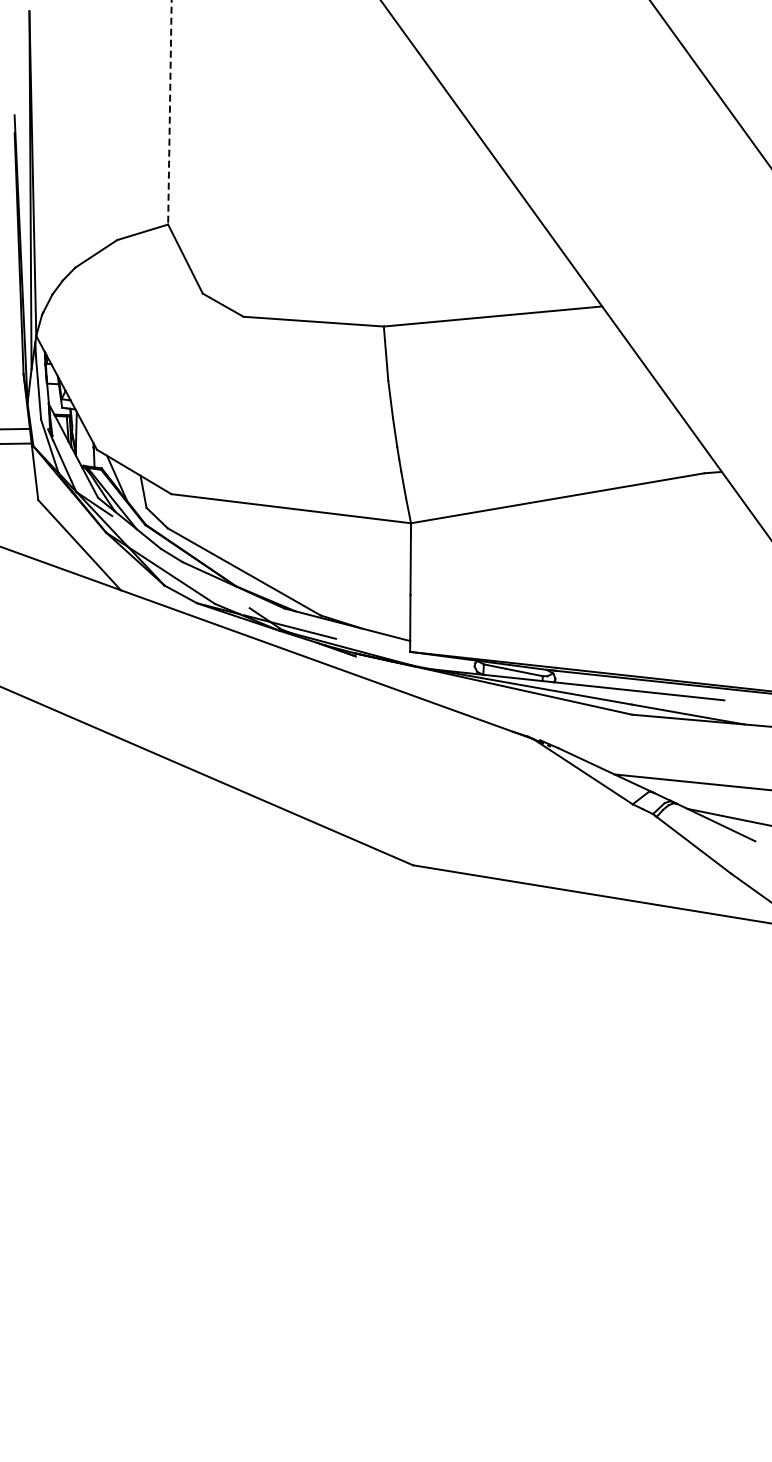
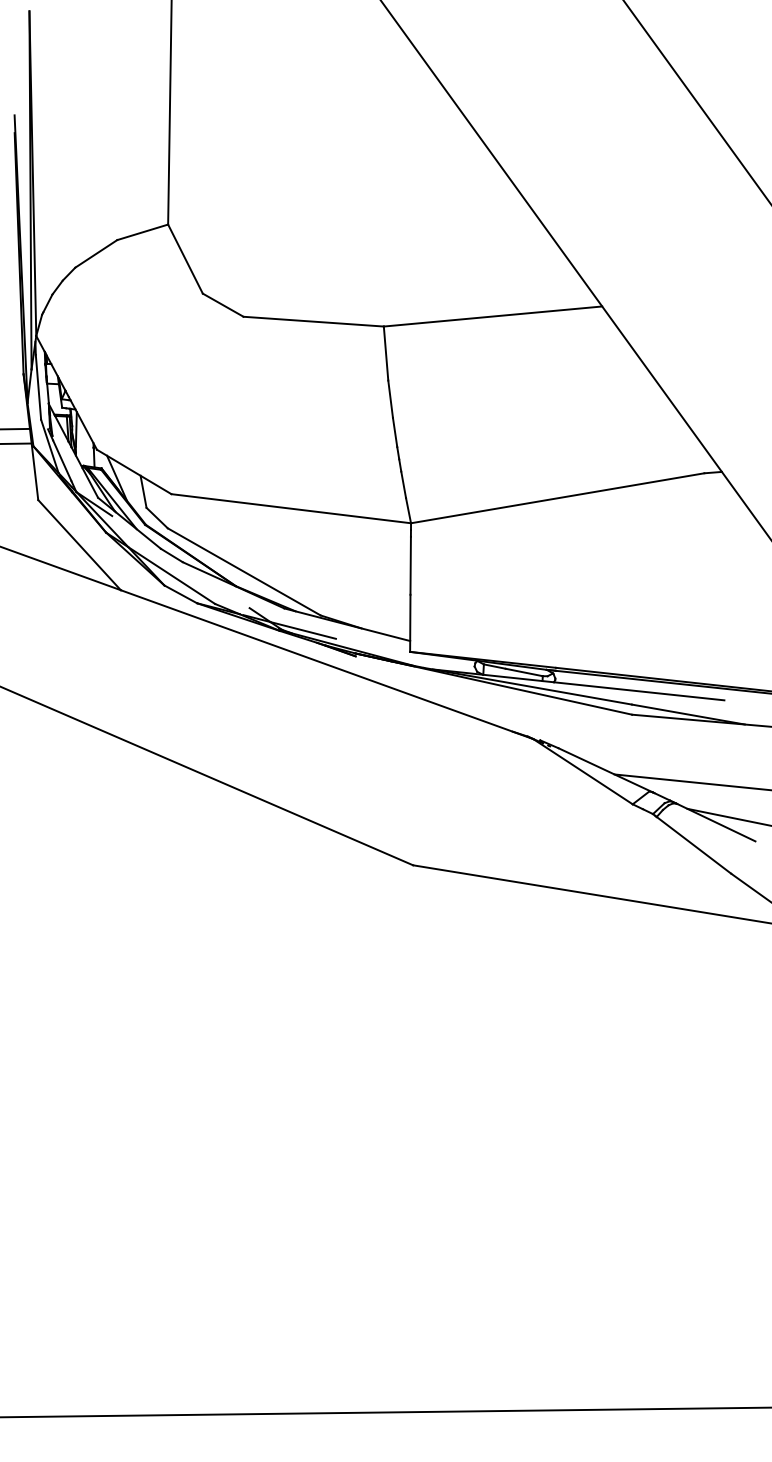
line at (709, 83) position: (709, 83) -> (696, 101)
line at (169, 112): dashed -> solid
line at (385, 1412): none -> present
